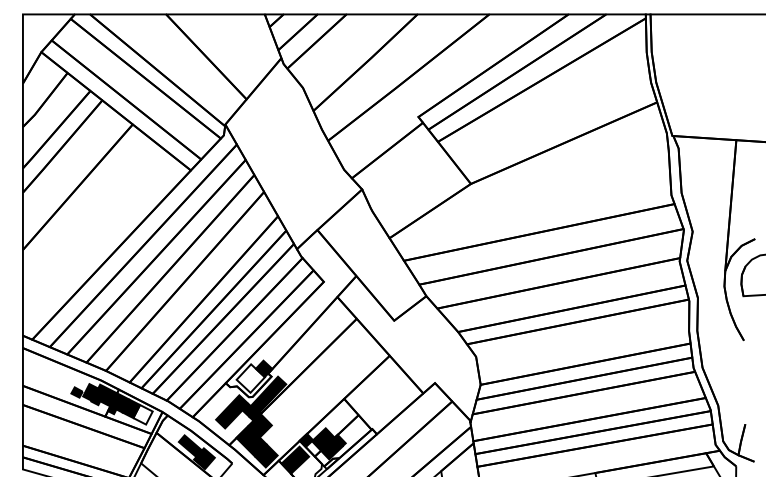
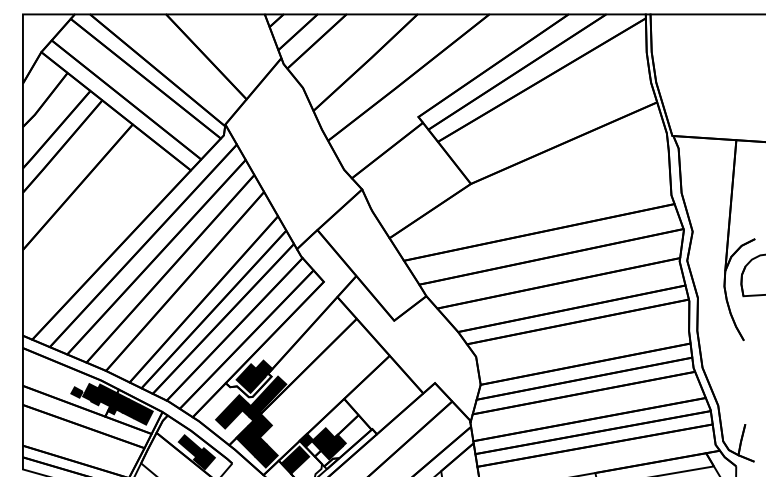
fill at (250, 378): none -> present
fill at (142, 414): none -> present
